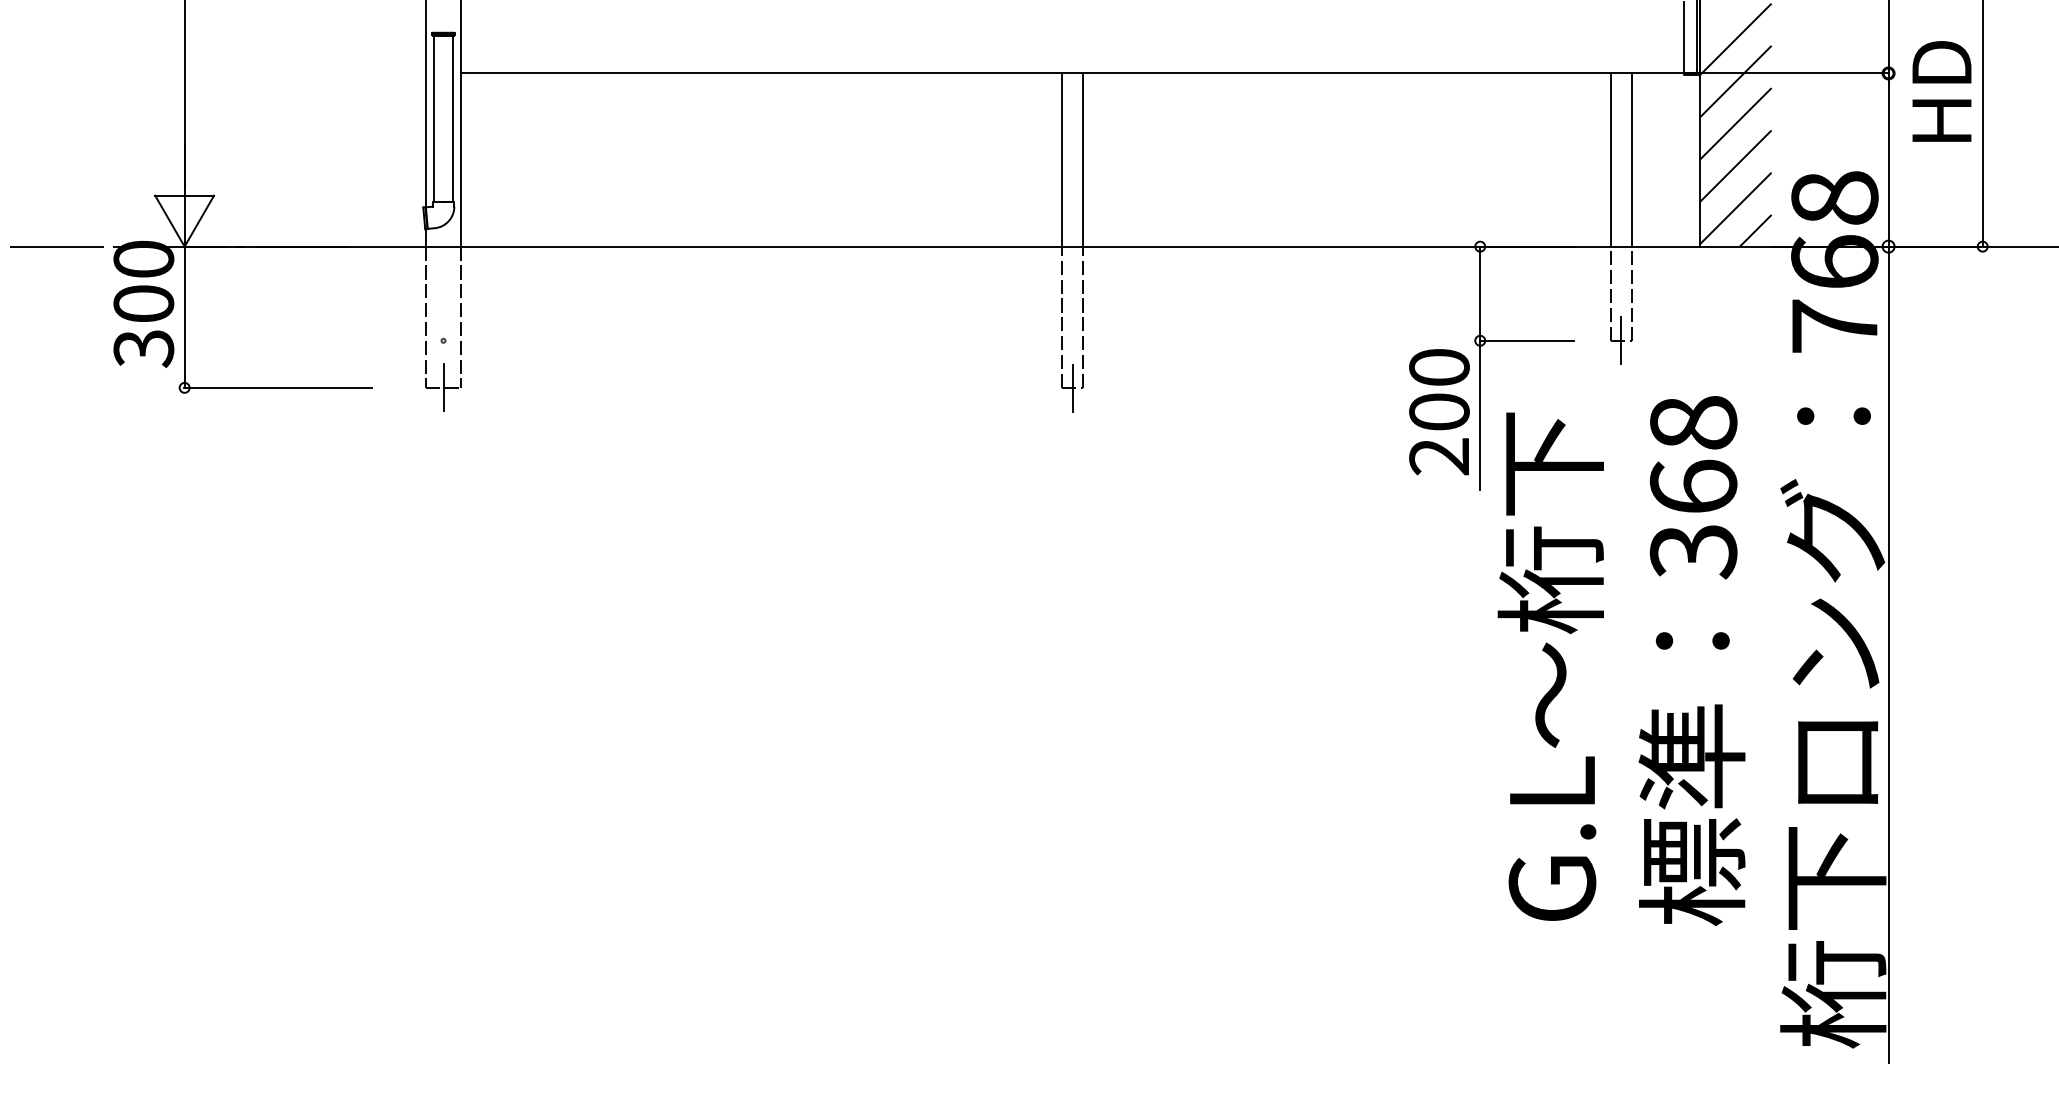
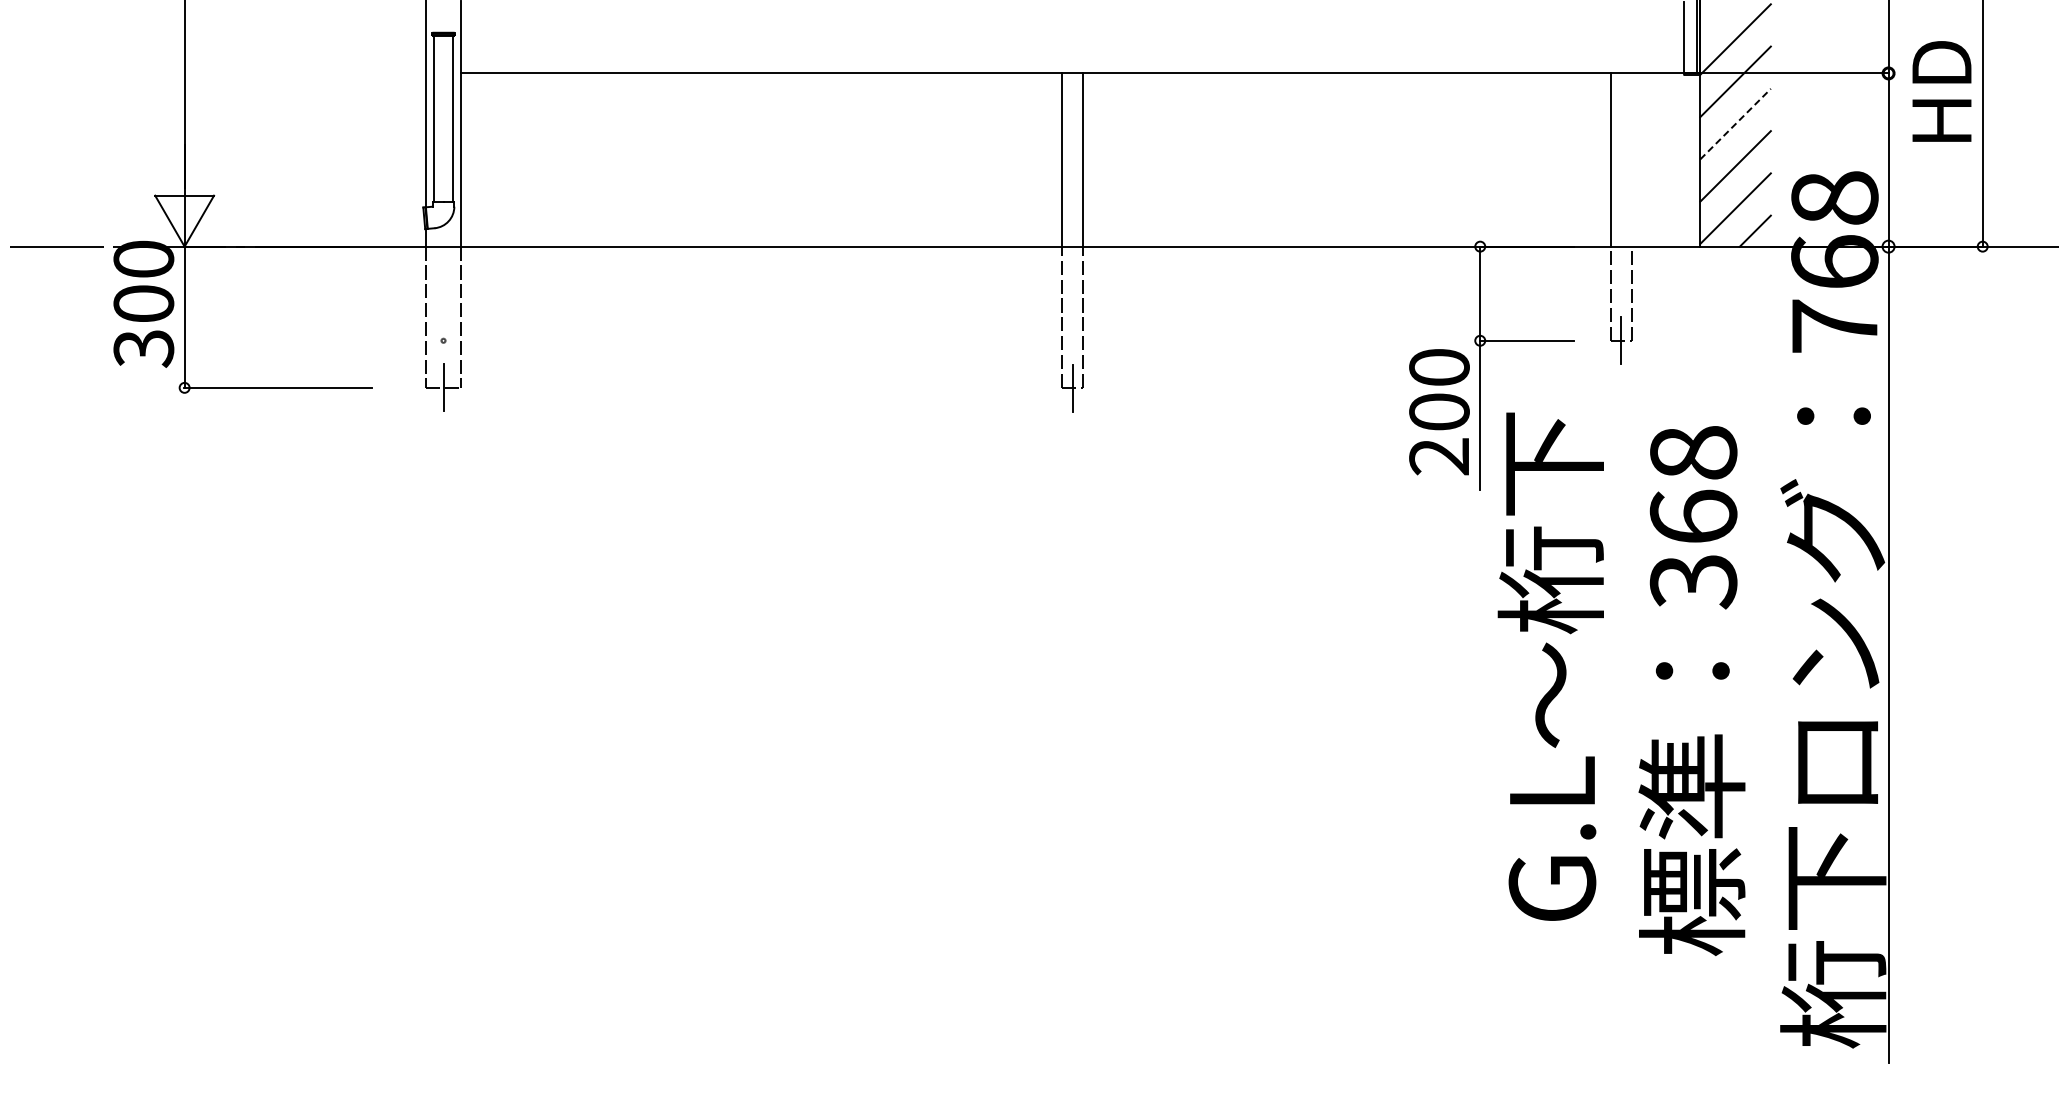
line at (1735, 124): solid -> dashed
line at (1632, 159): present -> none
text at (1691, 661) position: (1691, 661) -> (1691, 691)
